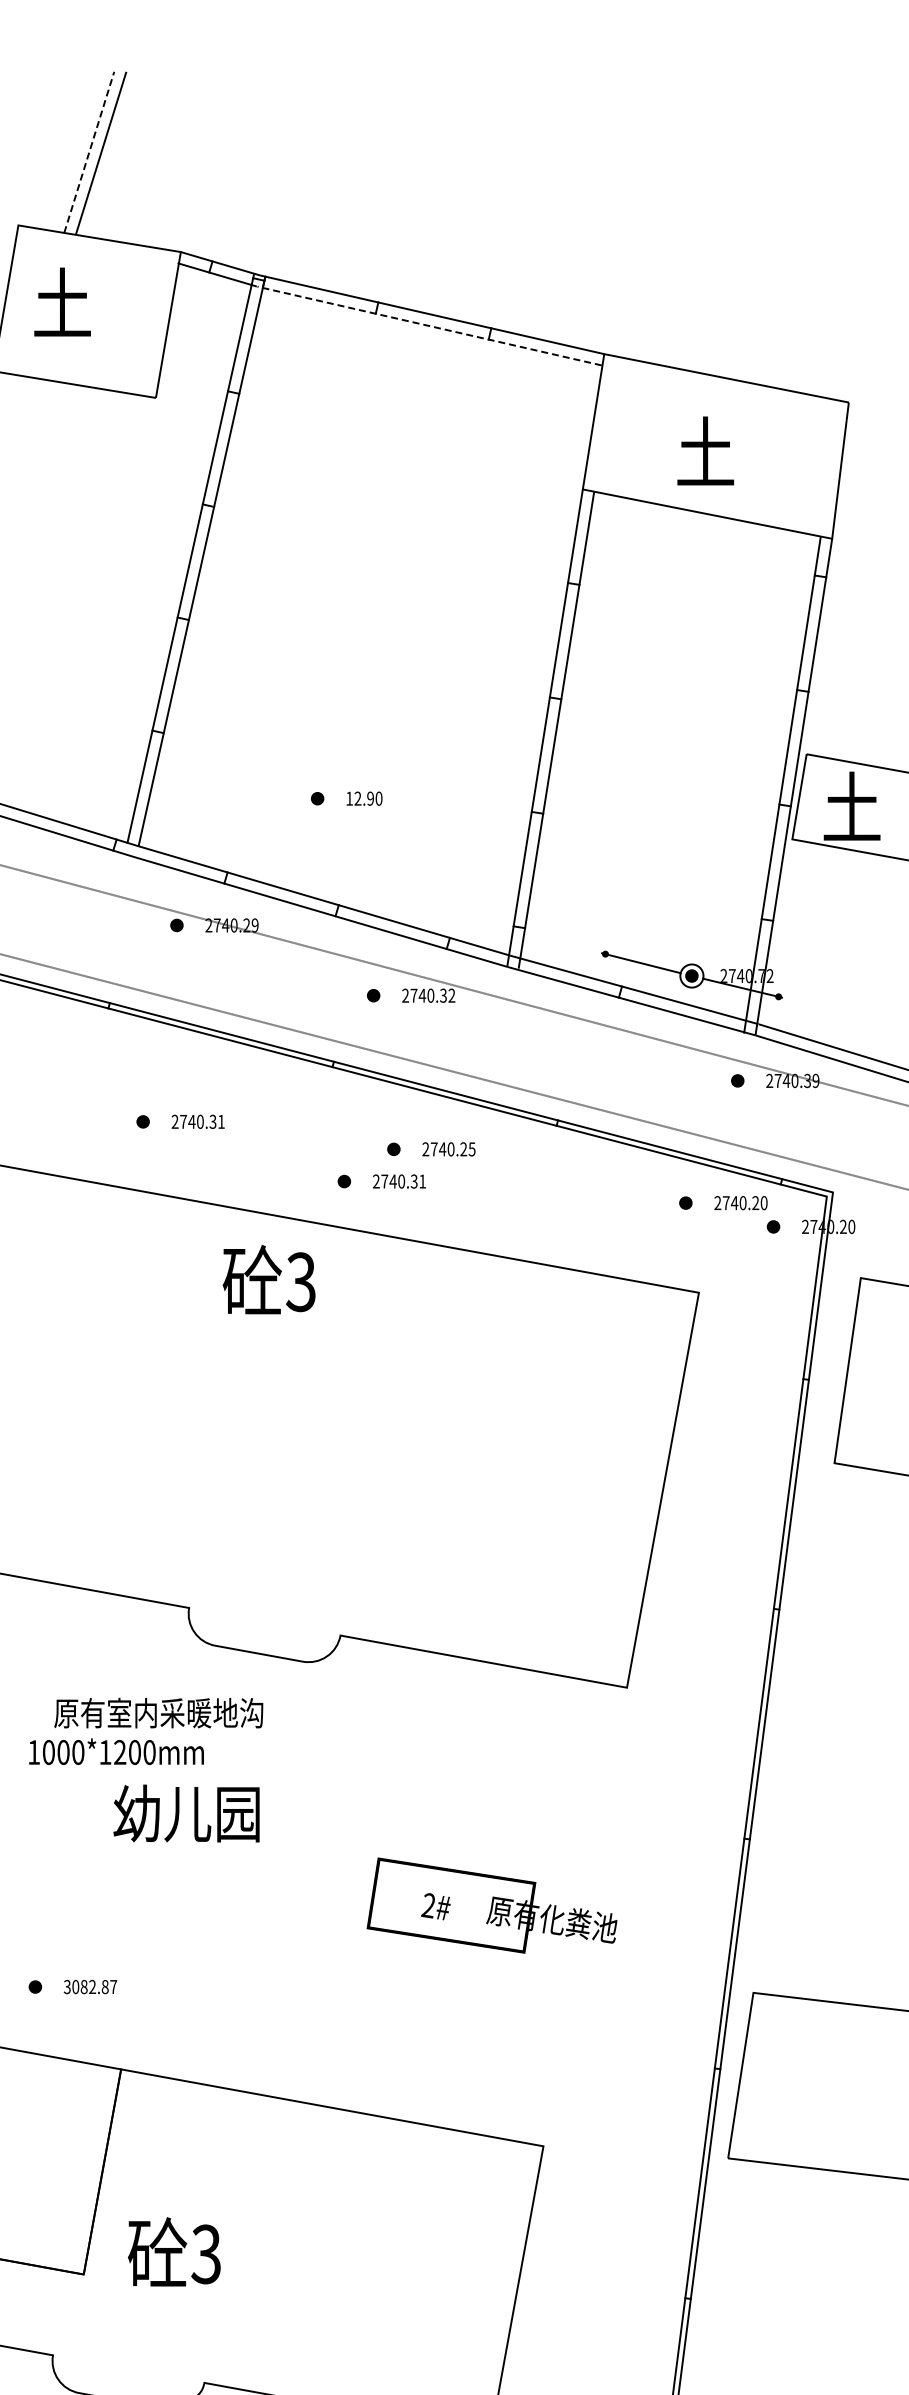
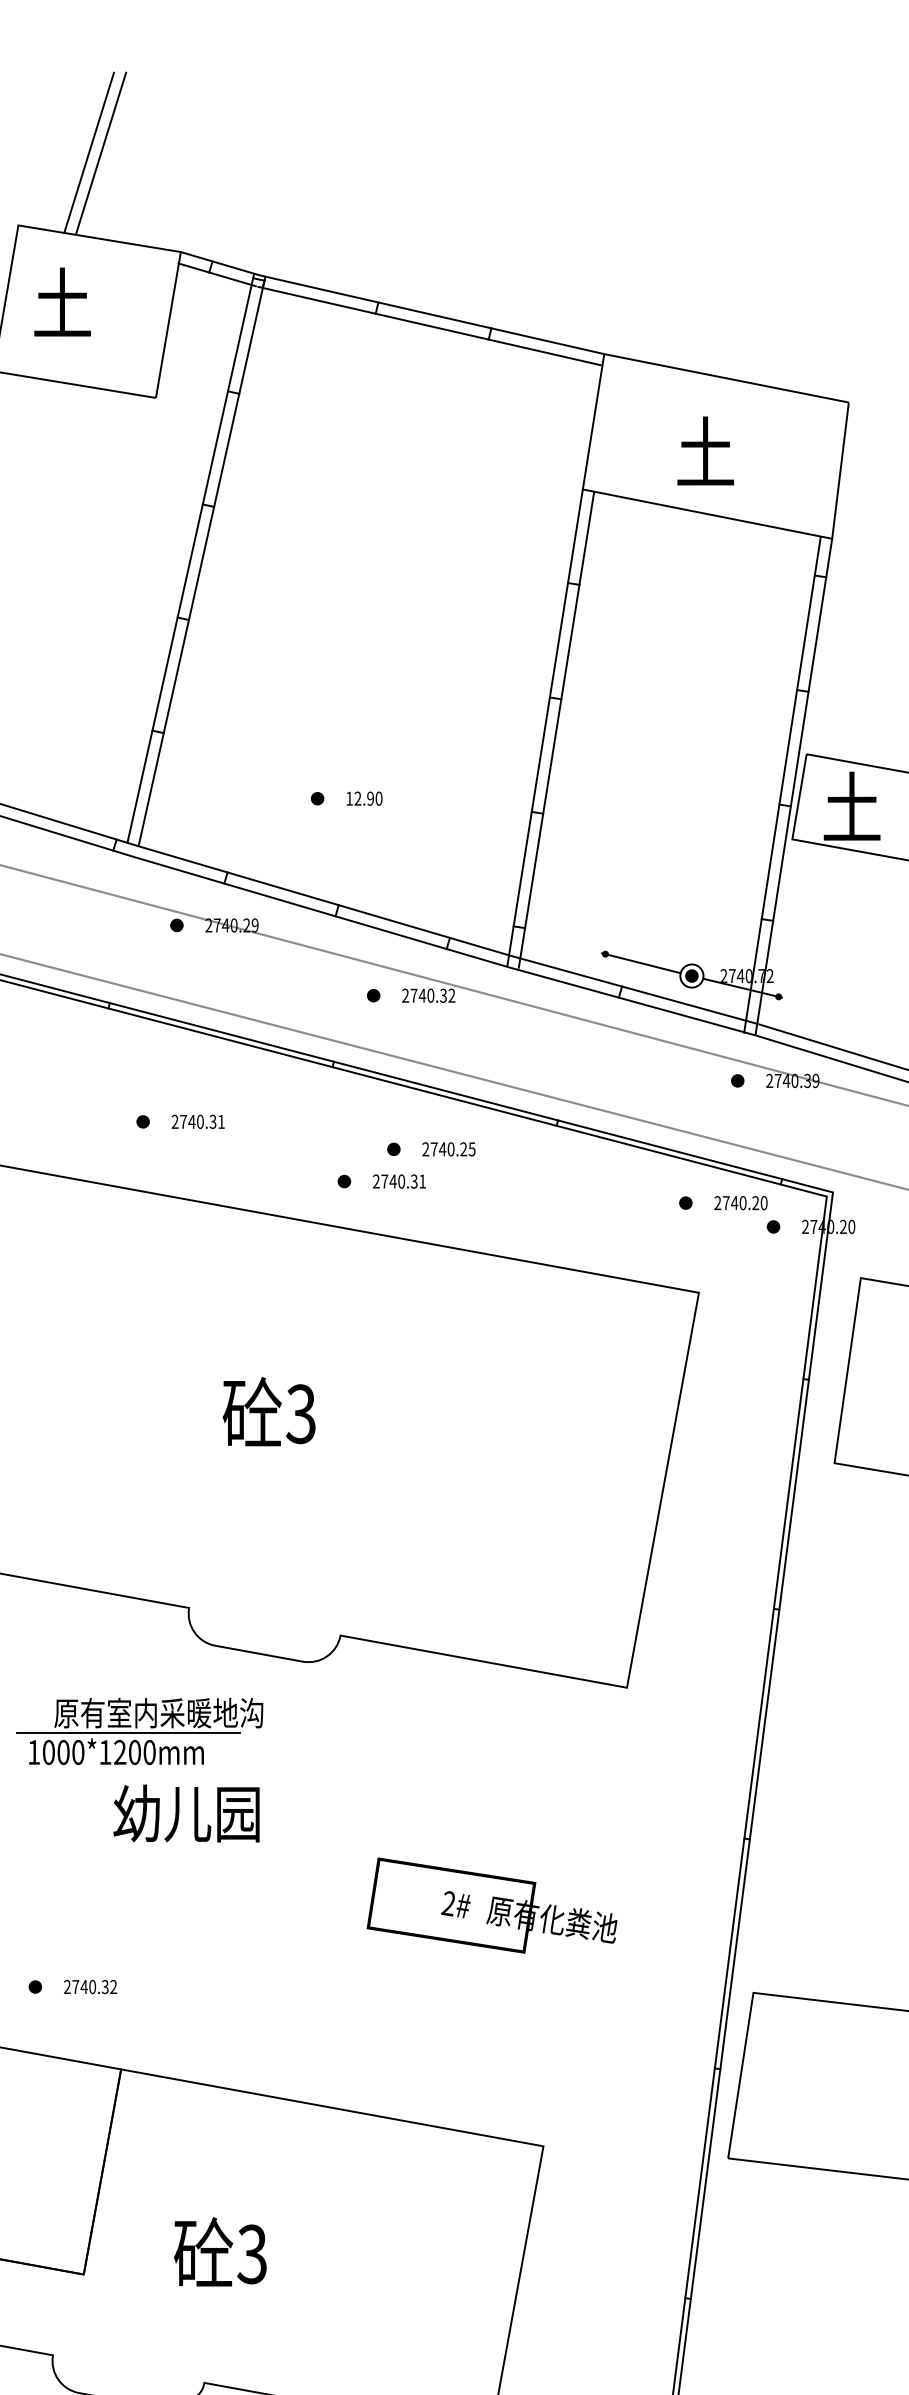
line at (89, 151): dashed -> solid
line at (429, 326): dashed -> solid
text at (268, 1279) position: (268, 1279) -> (268, 1411)
line at (128, 1733): none -> present
text at (435, 1906) position: (435, 1906) -> (455, 1904)
text at (90, 1986): 3082.87 -> 2740.32
text at (174, 2251) position: (174, 2251) -> (220, 2251)
